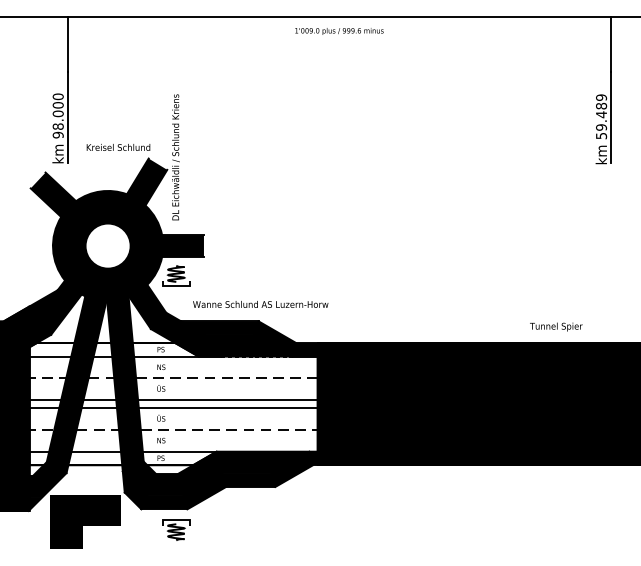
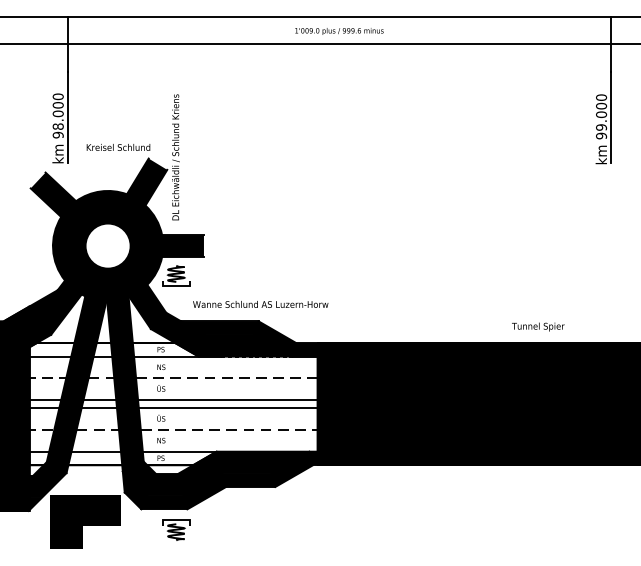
line at (319, 44): none -> present
text at (601, 116): 59.489 -> 99.000
text at (556, 326) position: (556, 326) -> (538, 326)
